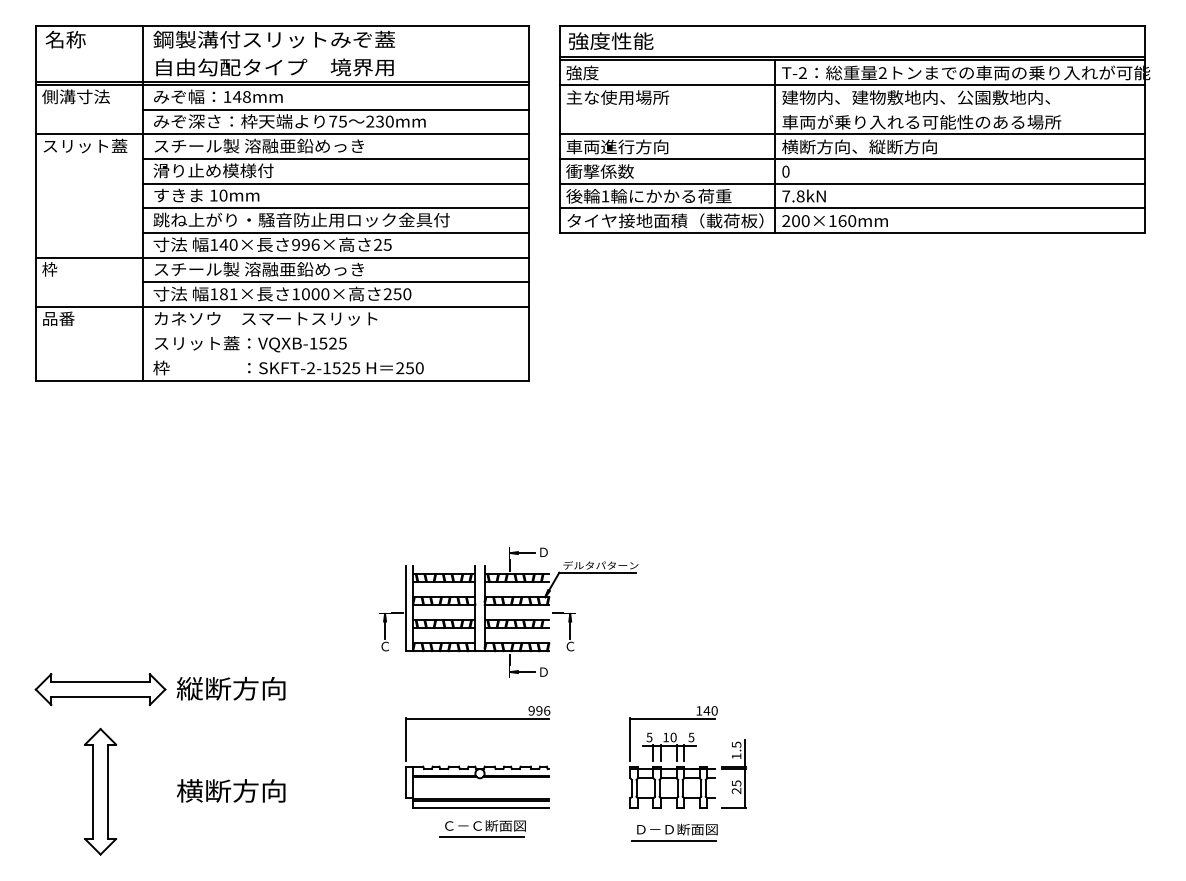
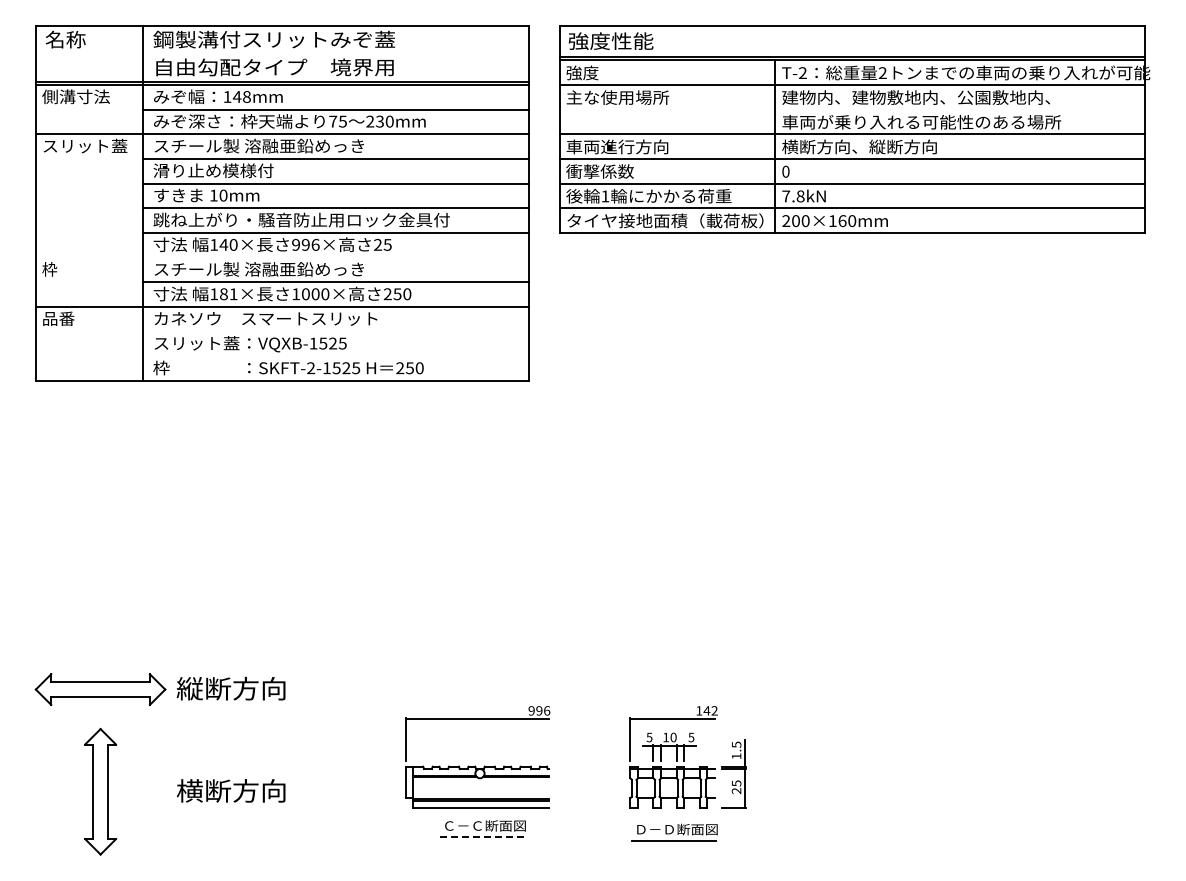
line at (281, 257): present -> none
part at (508, 605): present -> none
text at (714, 710): 140 -> 142
line at (482, 837): solid -> dashed
